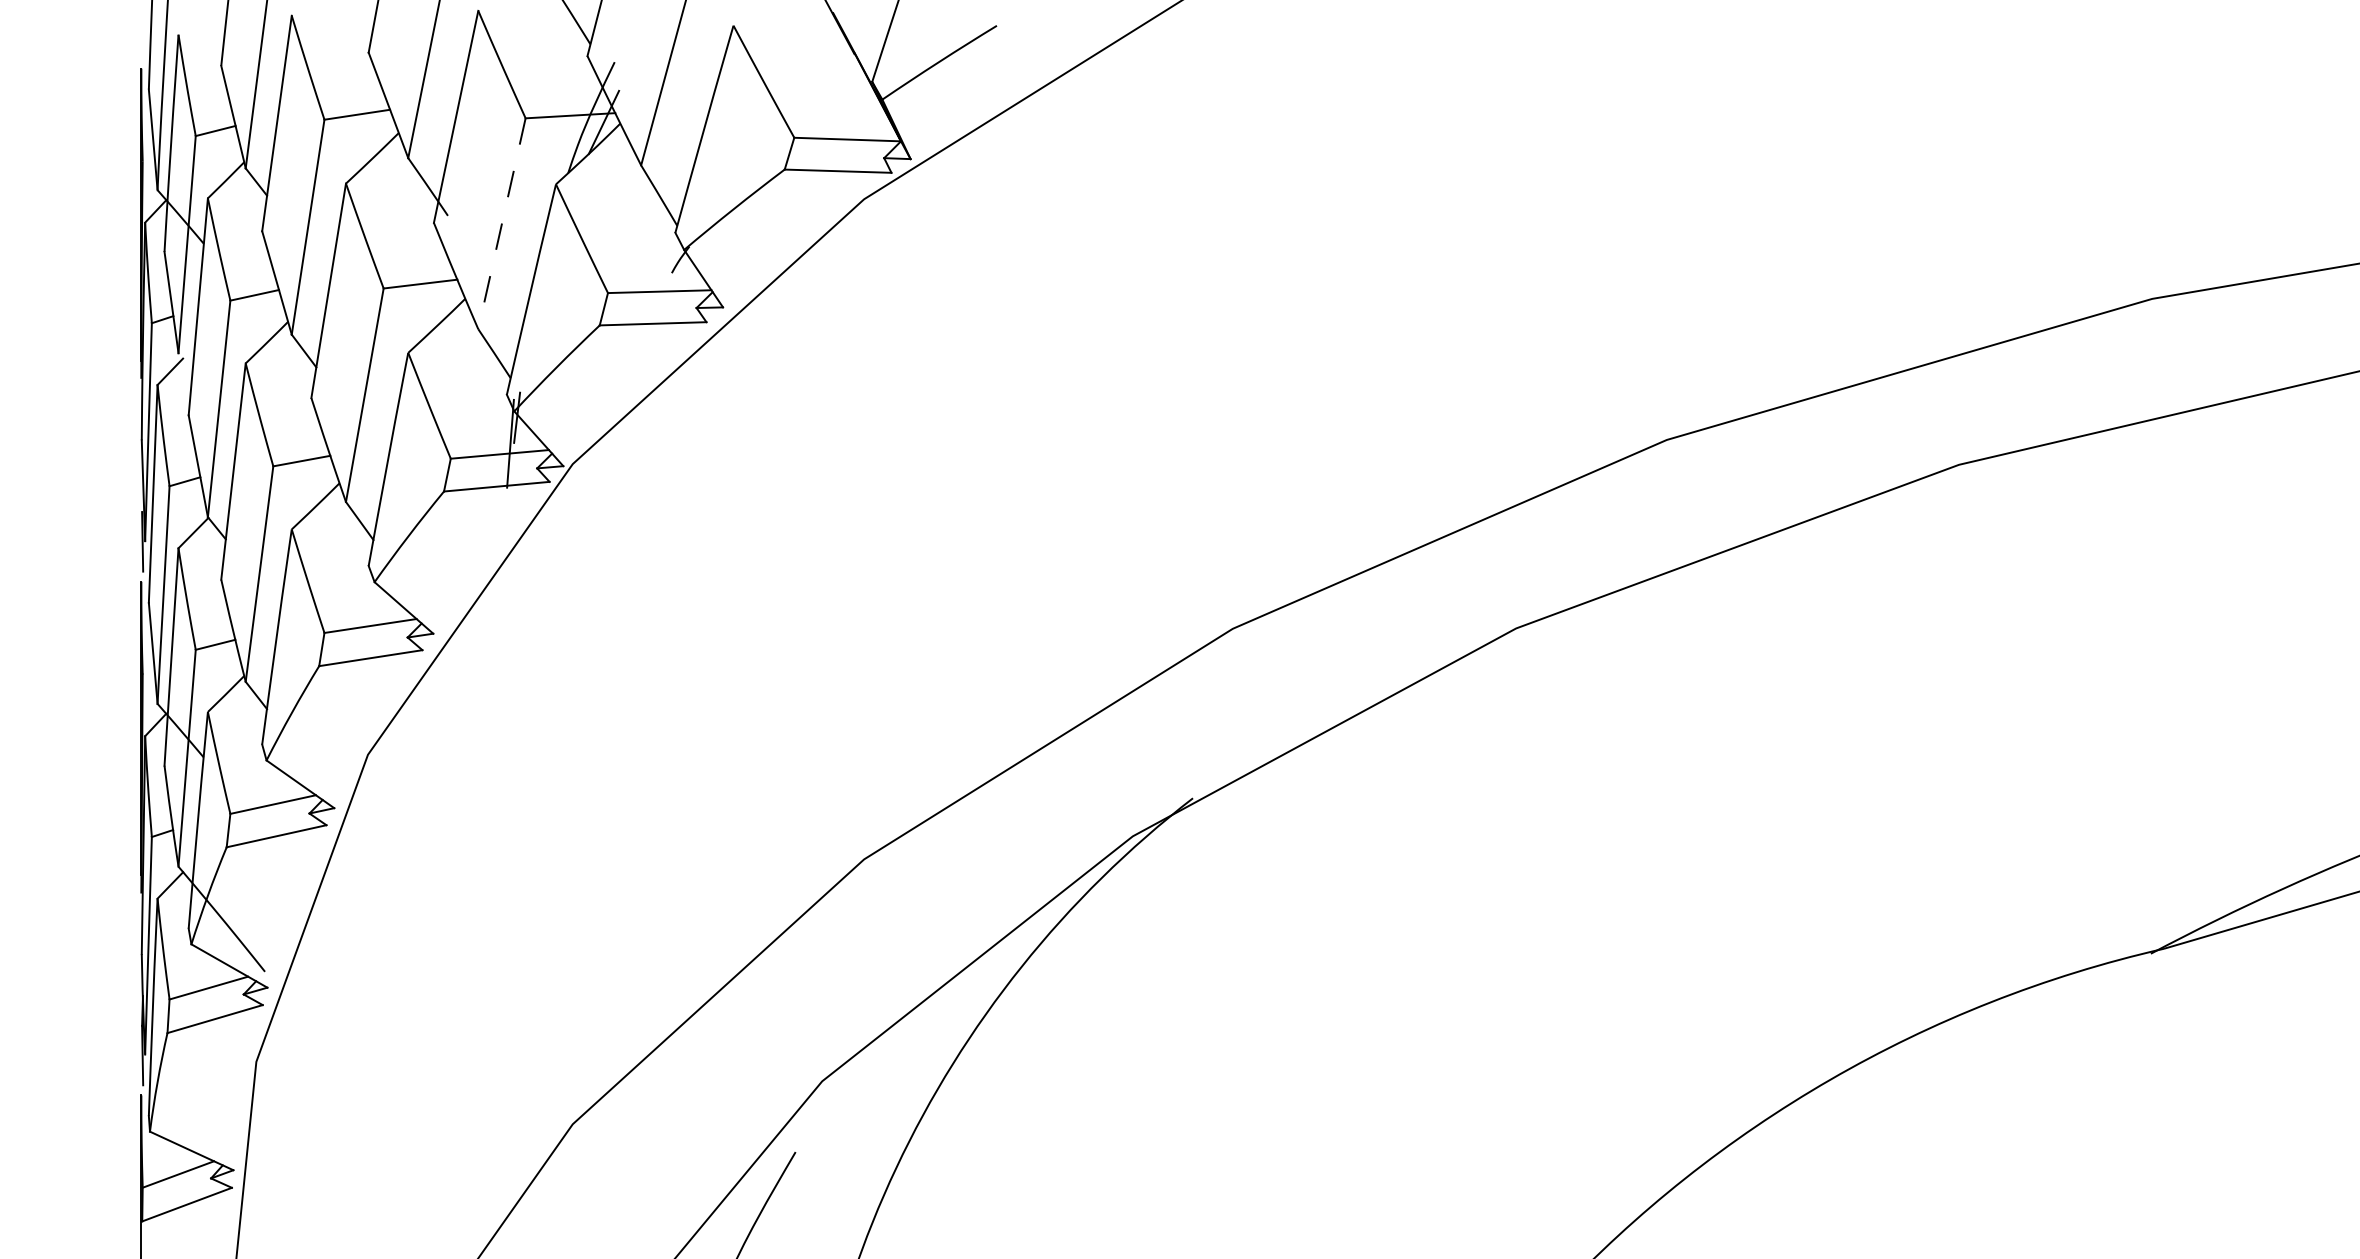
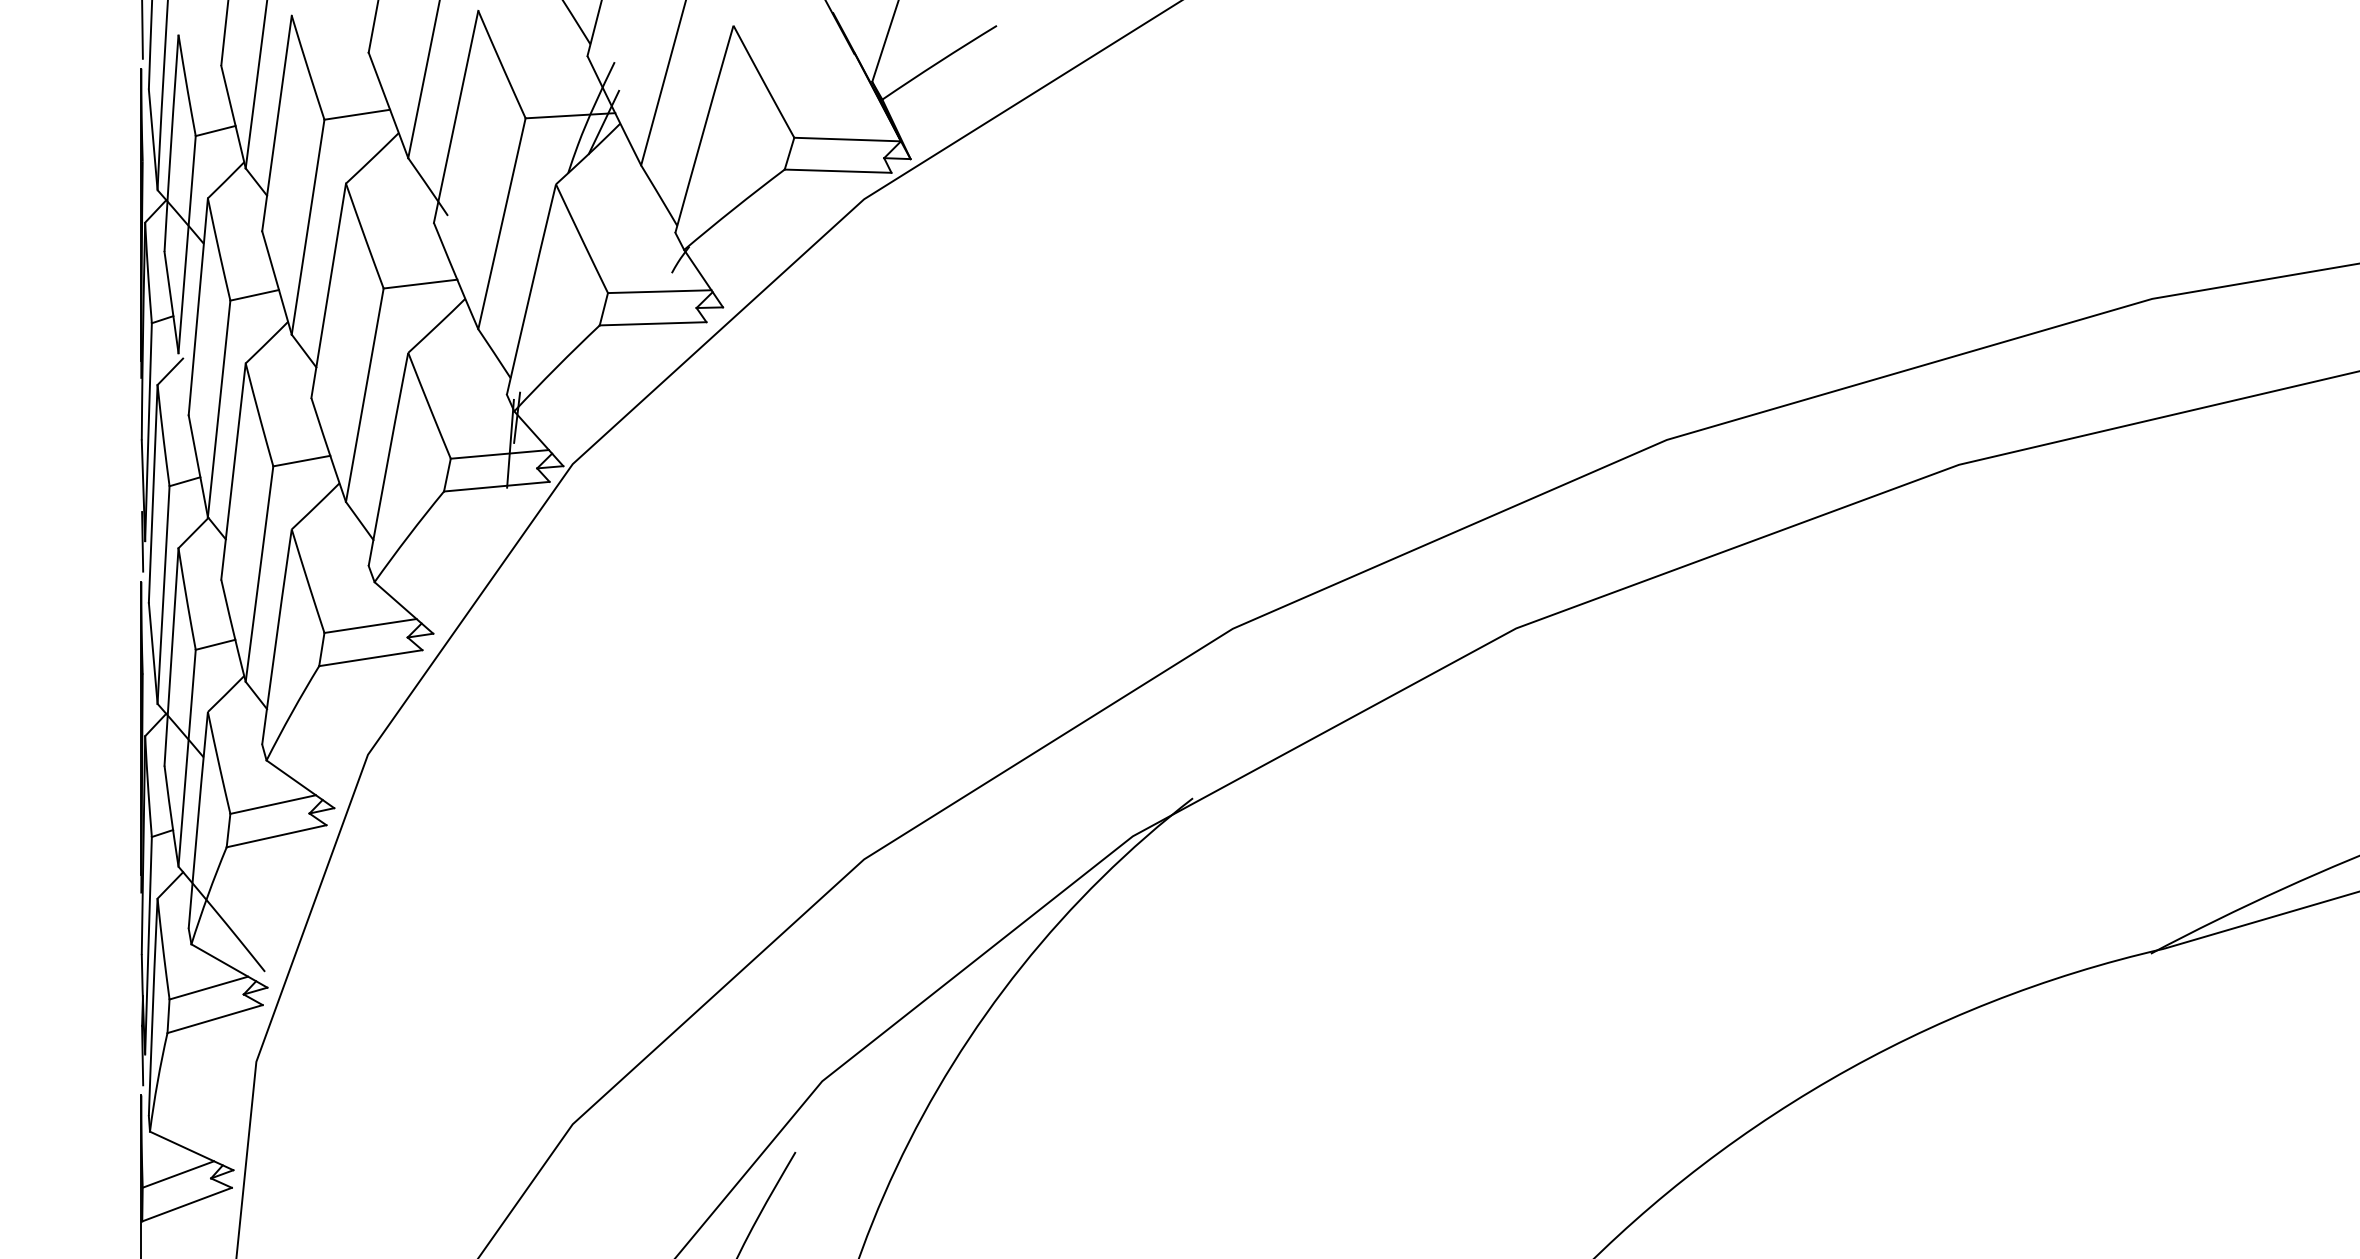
line at (142, 30): none -> present
line at (501, 224): dashed -> solid
